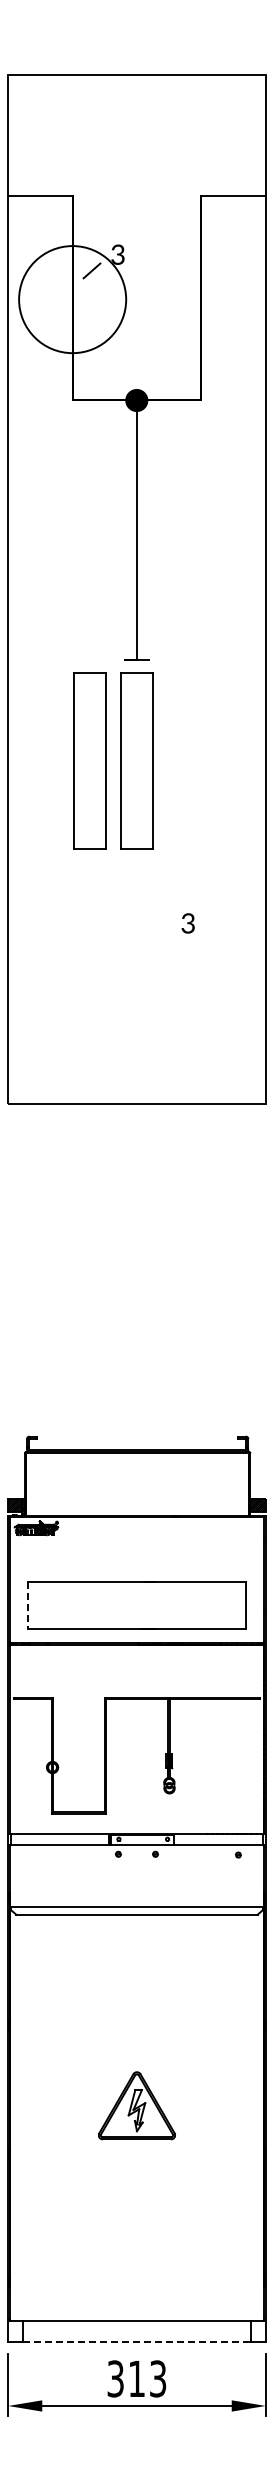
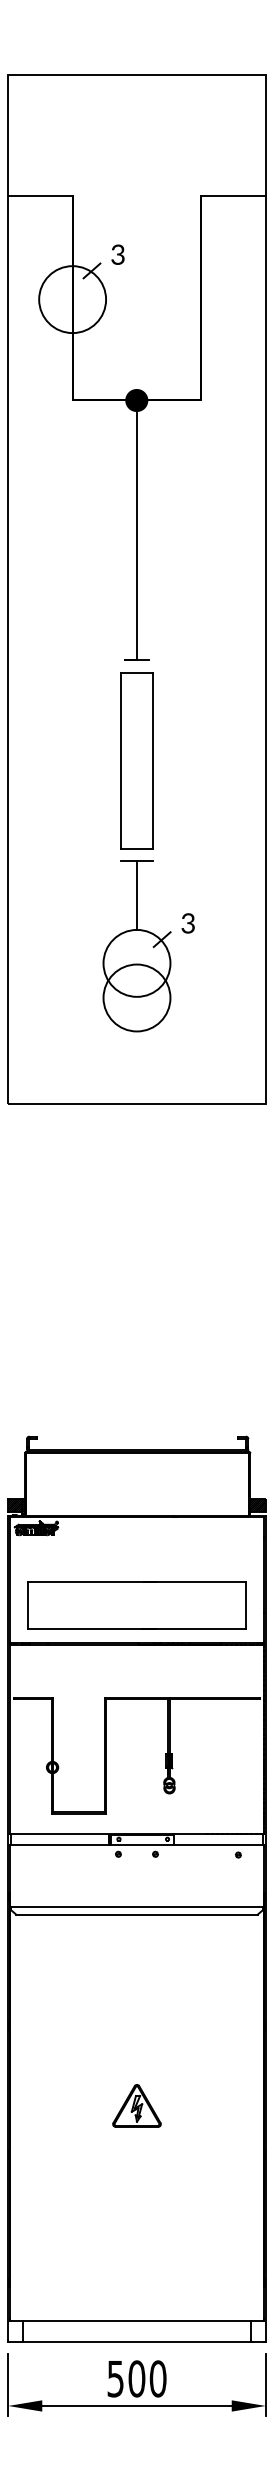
circle at (72, 299) diameter: 107 px -> 67 px
part at (89, 760): present -> none
part at (136, 946): none -> present
line at (27, 1606): dashed -> solid
part at (136, 2105) size: 78x70 px -> 50x44 px
line at (137, 2341): dashed -> solid
text at (137, 2378): 313 -> 500
